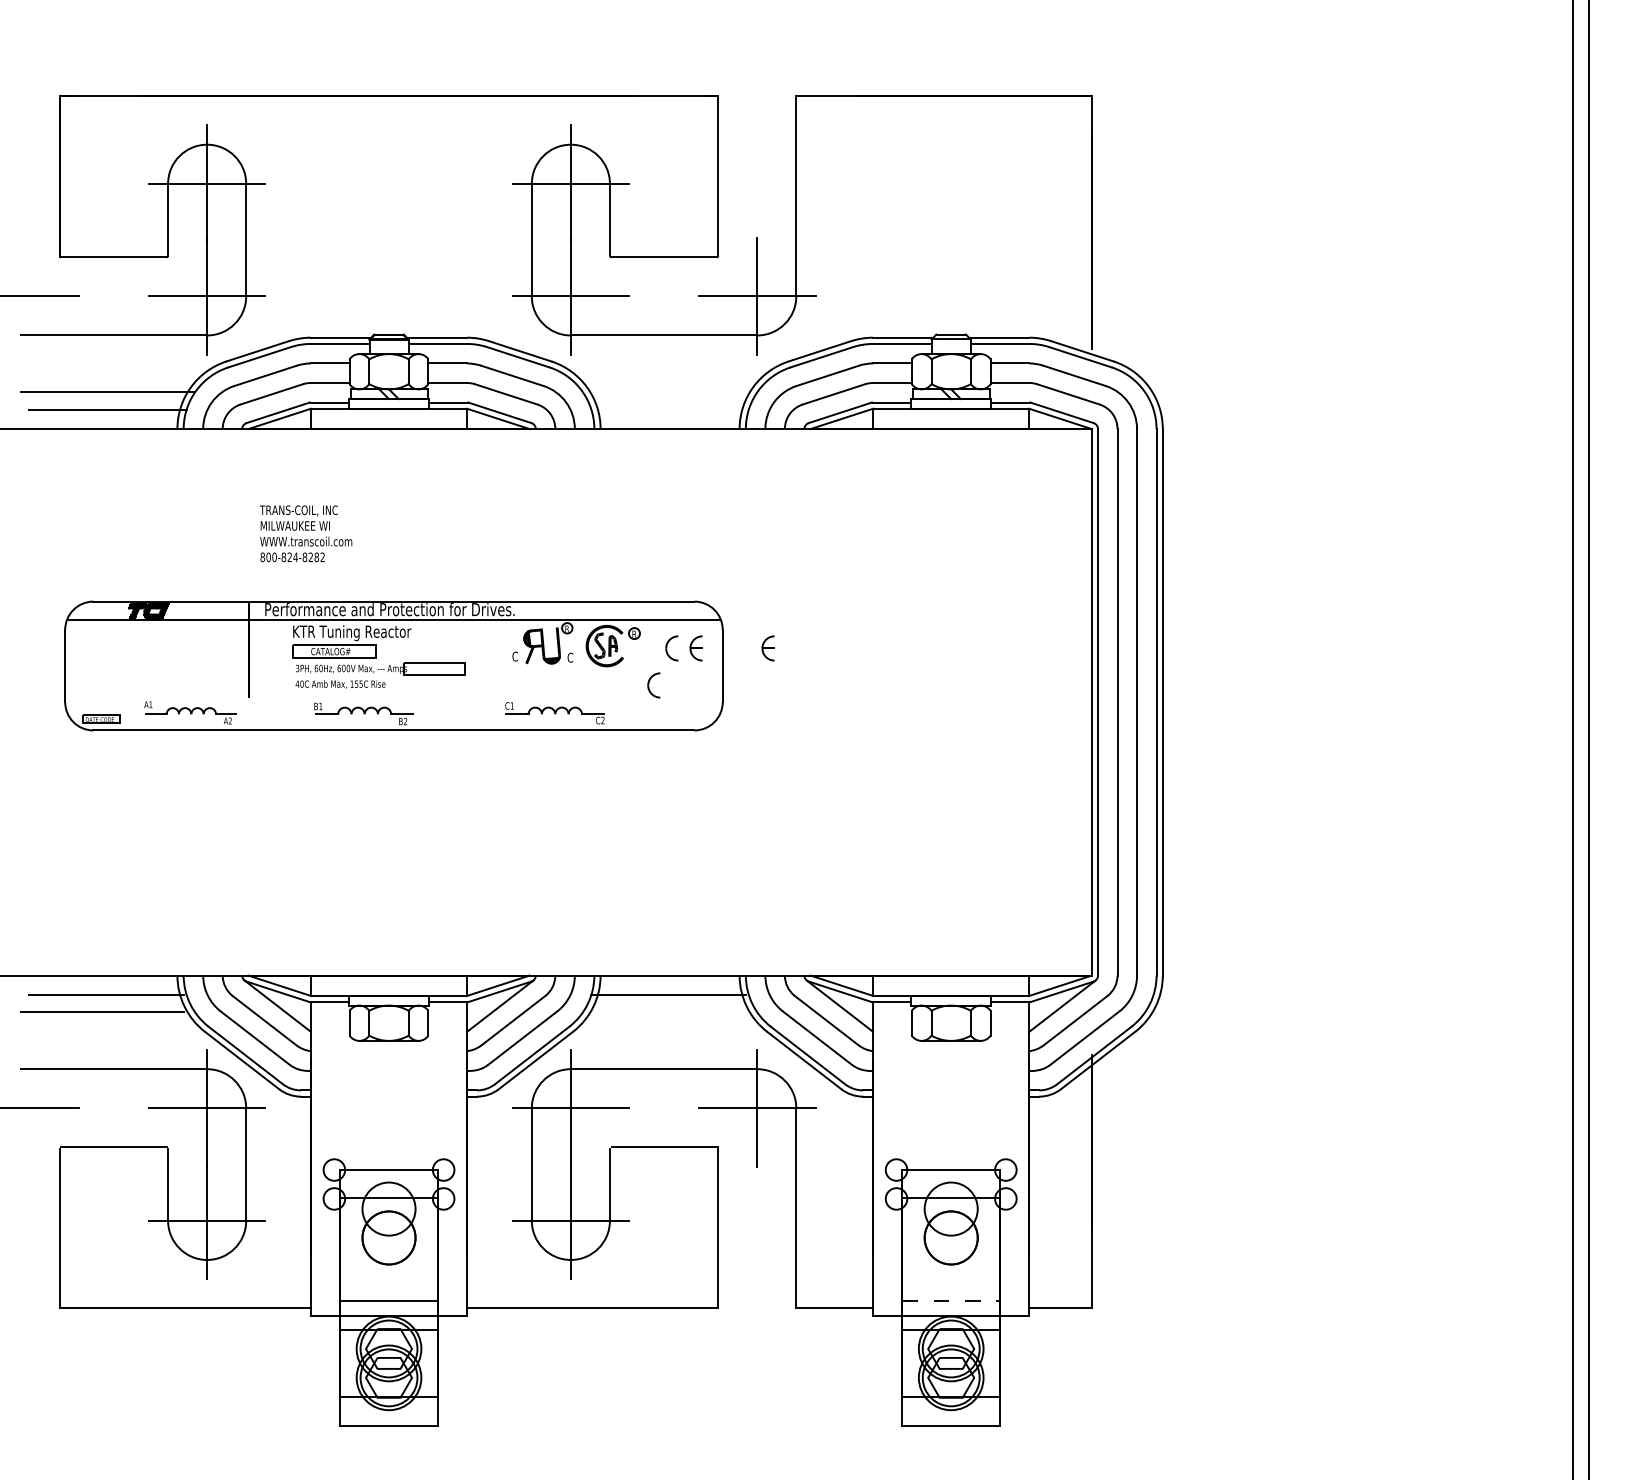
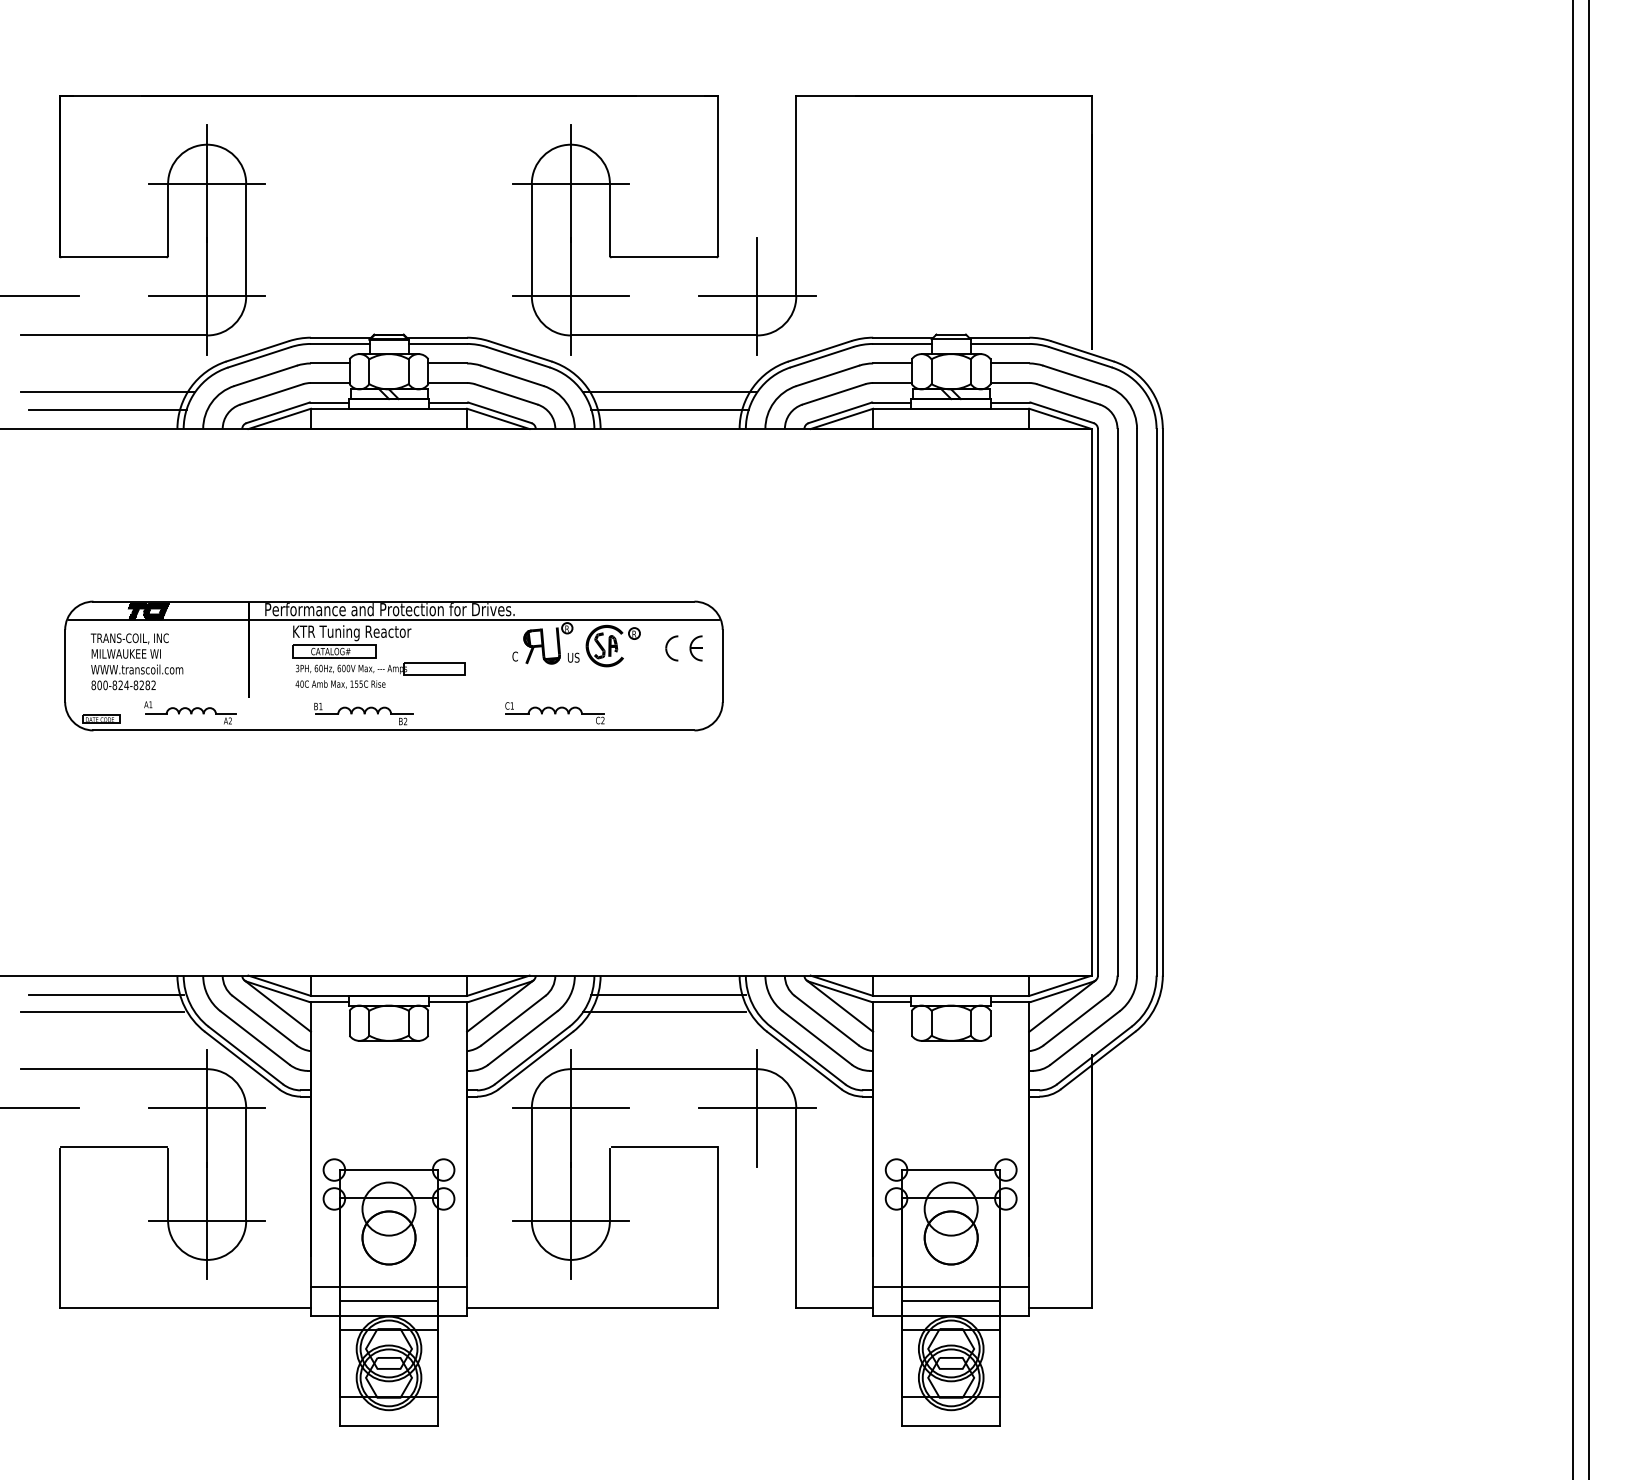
line at (669, 392): none -> present
line at (669, 409): none -> present
text at (305, 533) position: (305, 533) -> (136, 661)
part at (767, 648): present -> none
text at (573, 657): C -> US
part at (653, 685): present -> none
line at (663, 1012): none -> present
line at (388, 1287): none -> present
line at (951, 1287): none -> present
line at (951, 1300): dashed -> solid
